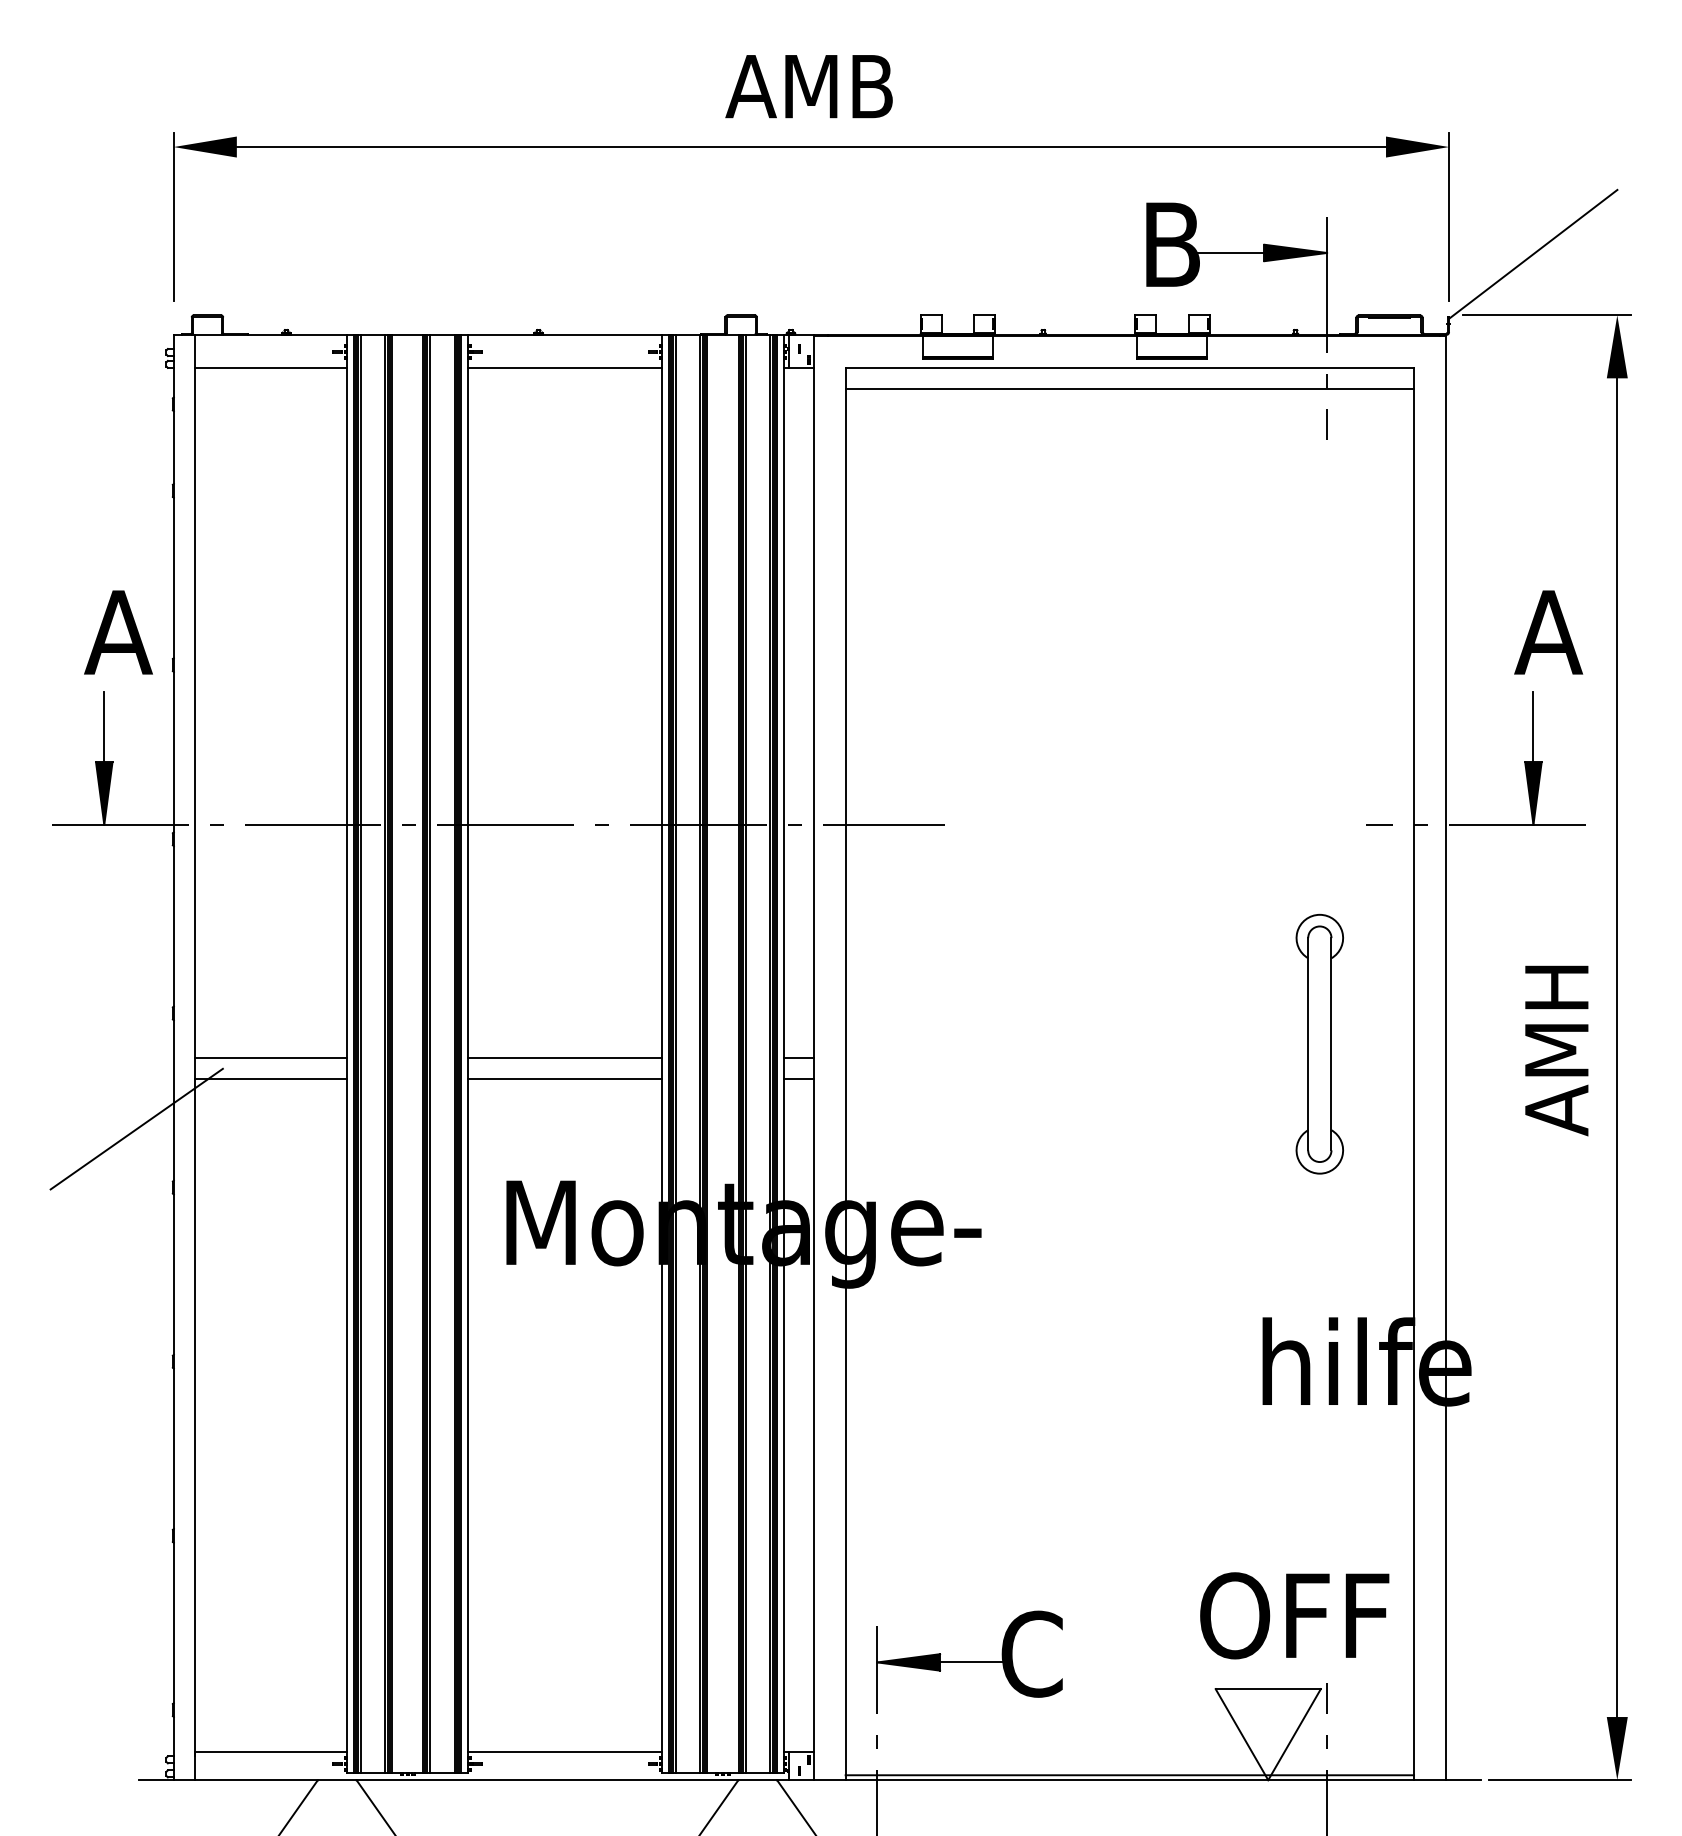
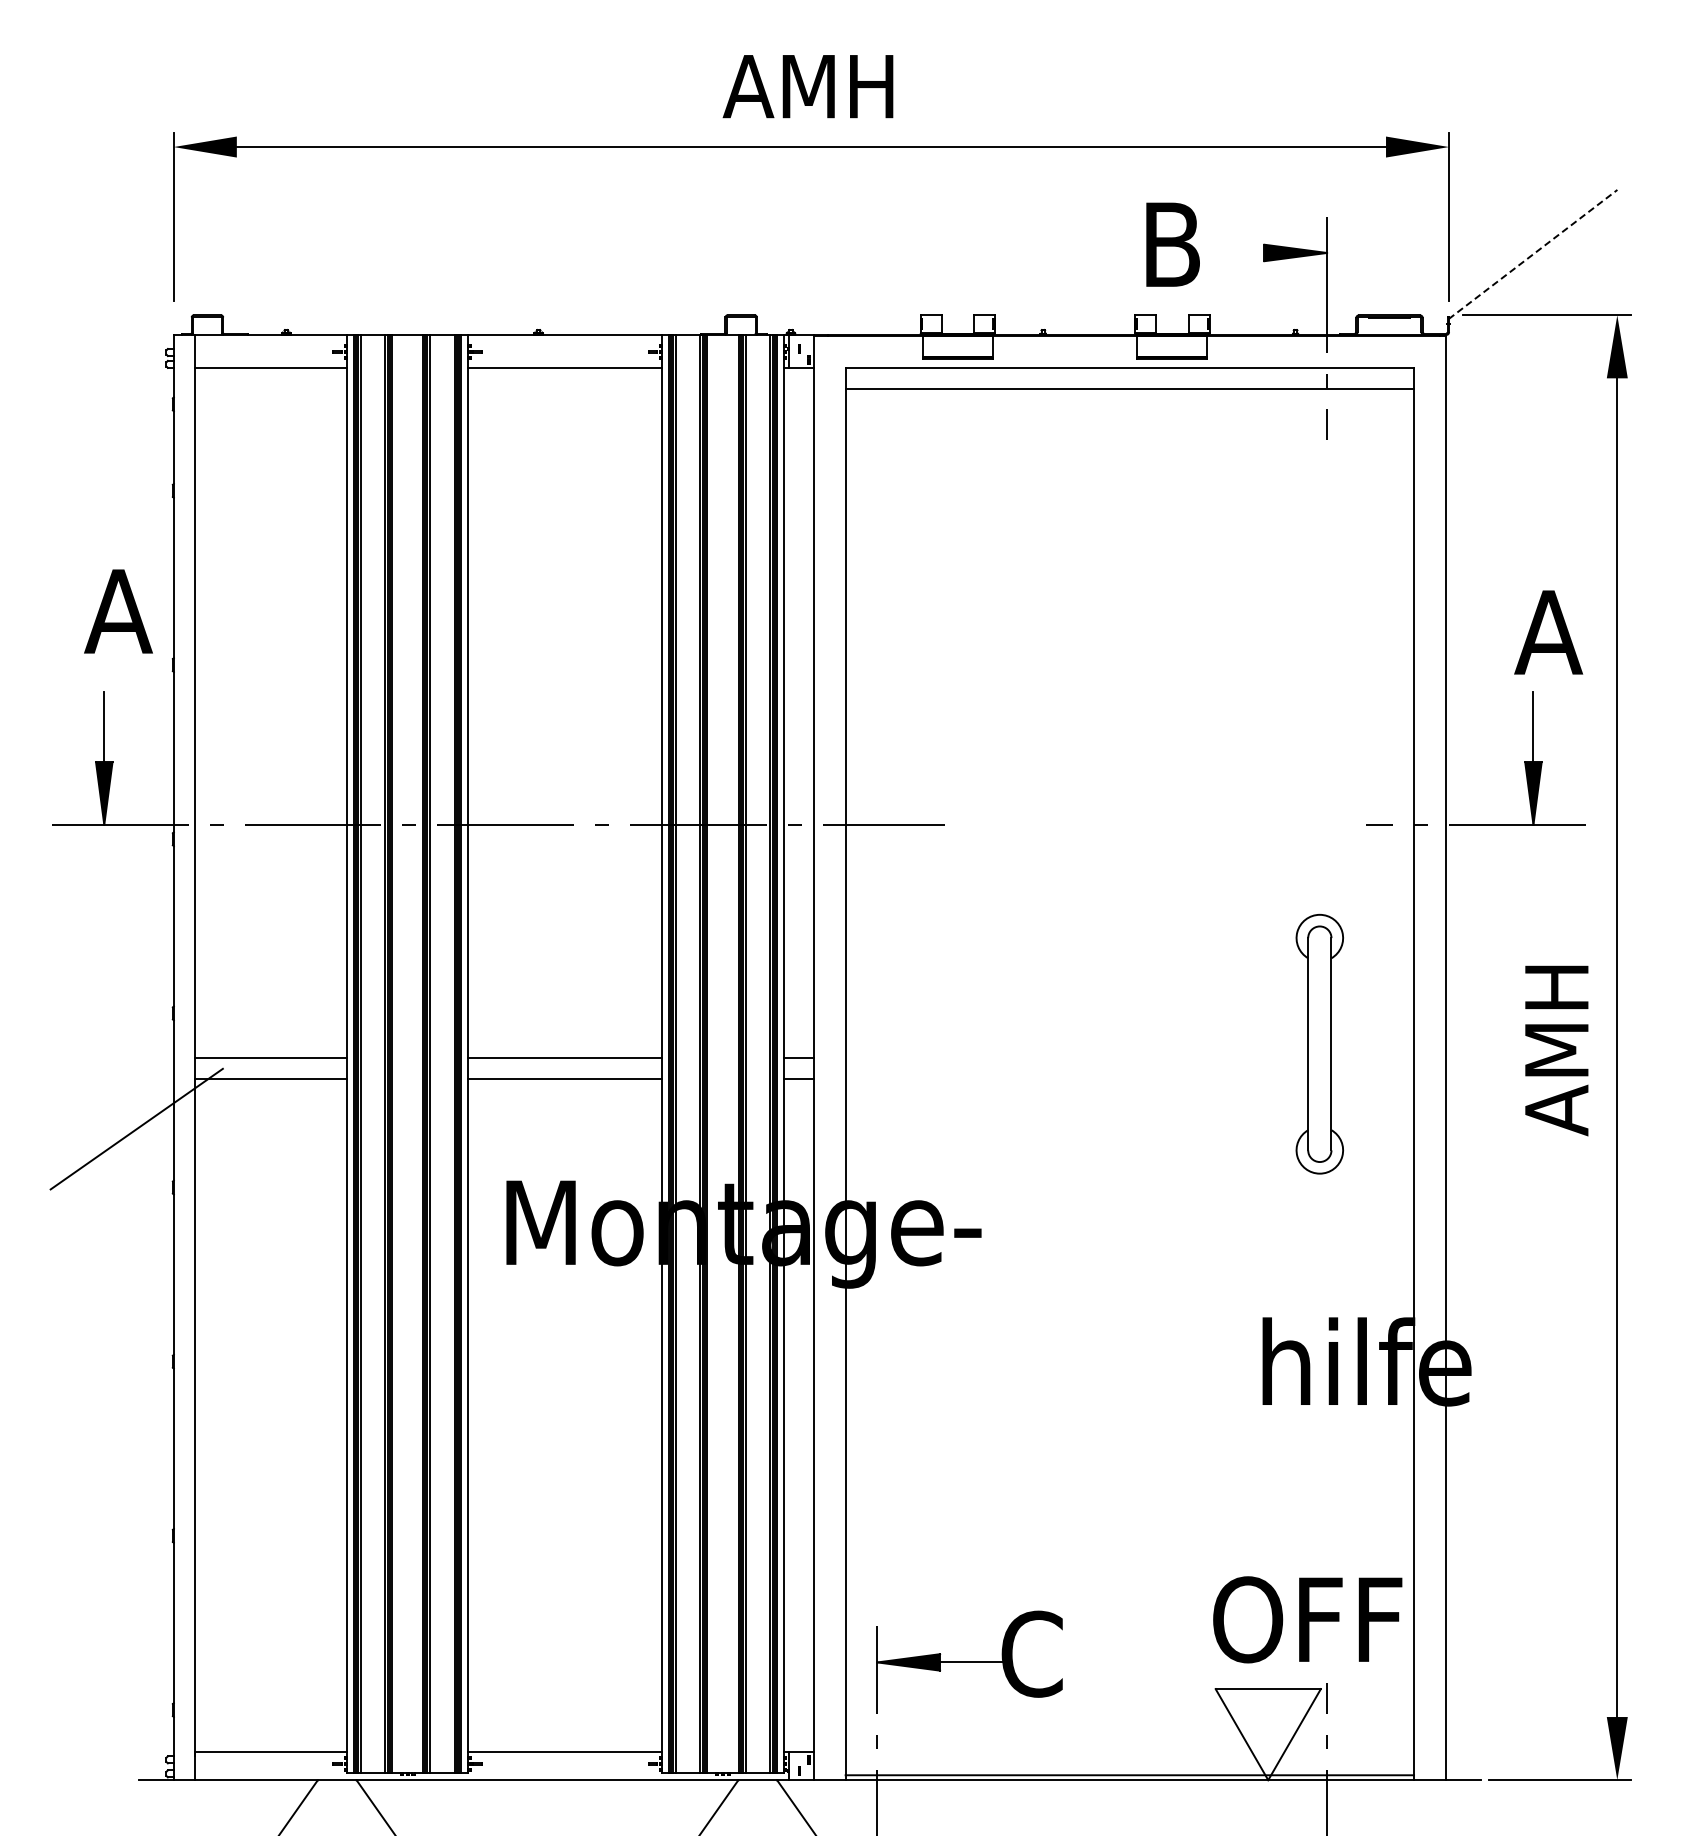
text at (807, 86): AMB -> AMH
line at (1228, 252): present -> none
line at (1533, 254): solid -> dashed
text at (118, 632) position: (118, 632) -> (118, 611)
text at (1294, 1615) position: (1294, 1615) -> (1307, 1619)
